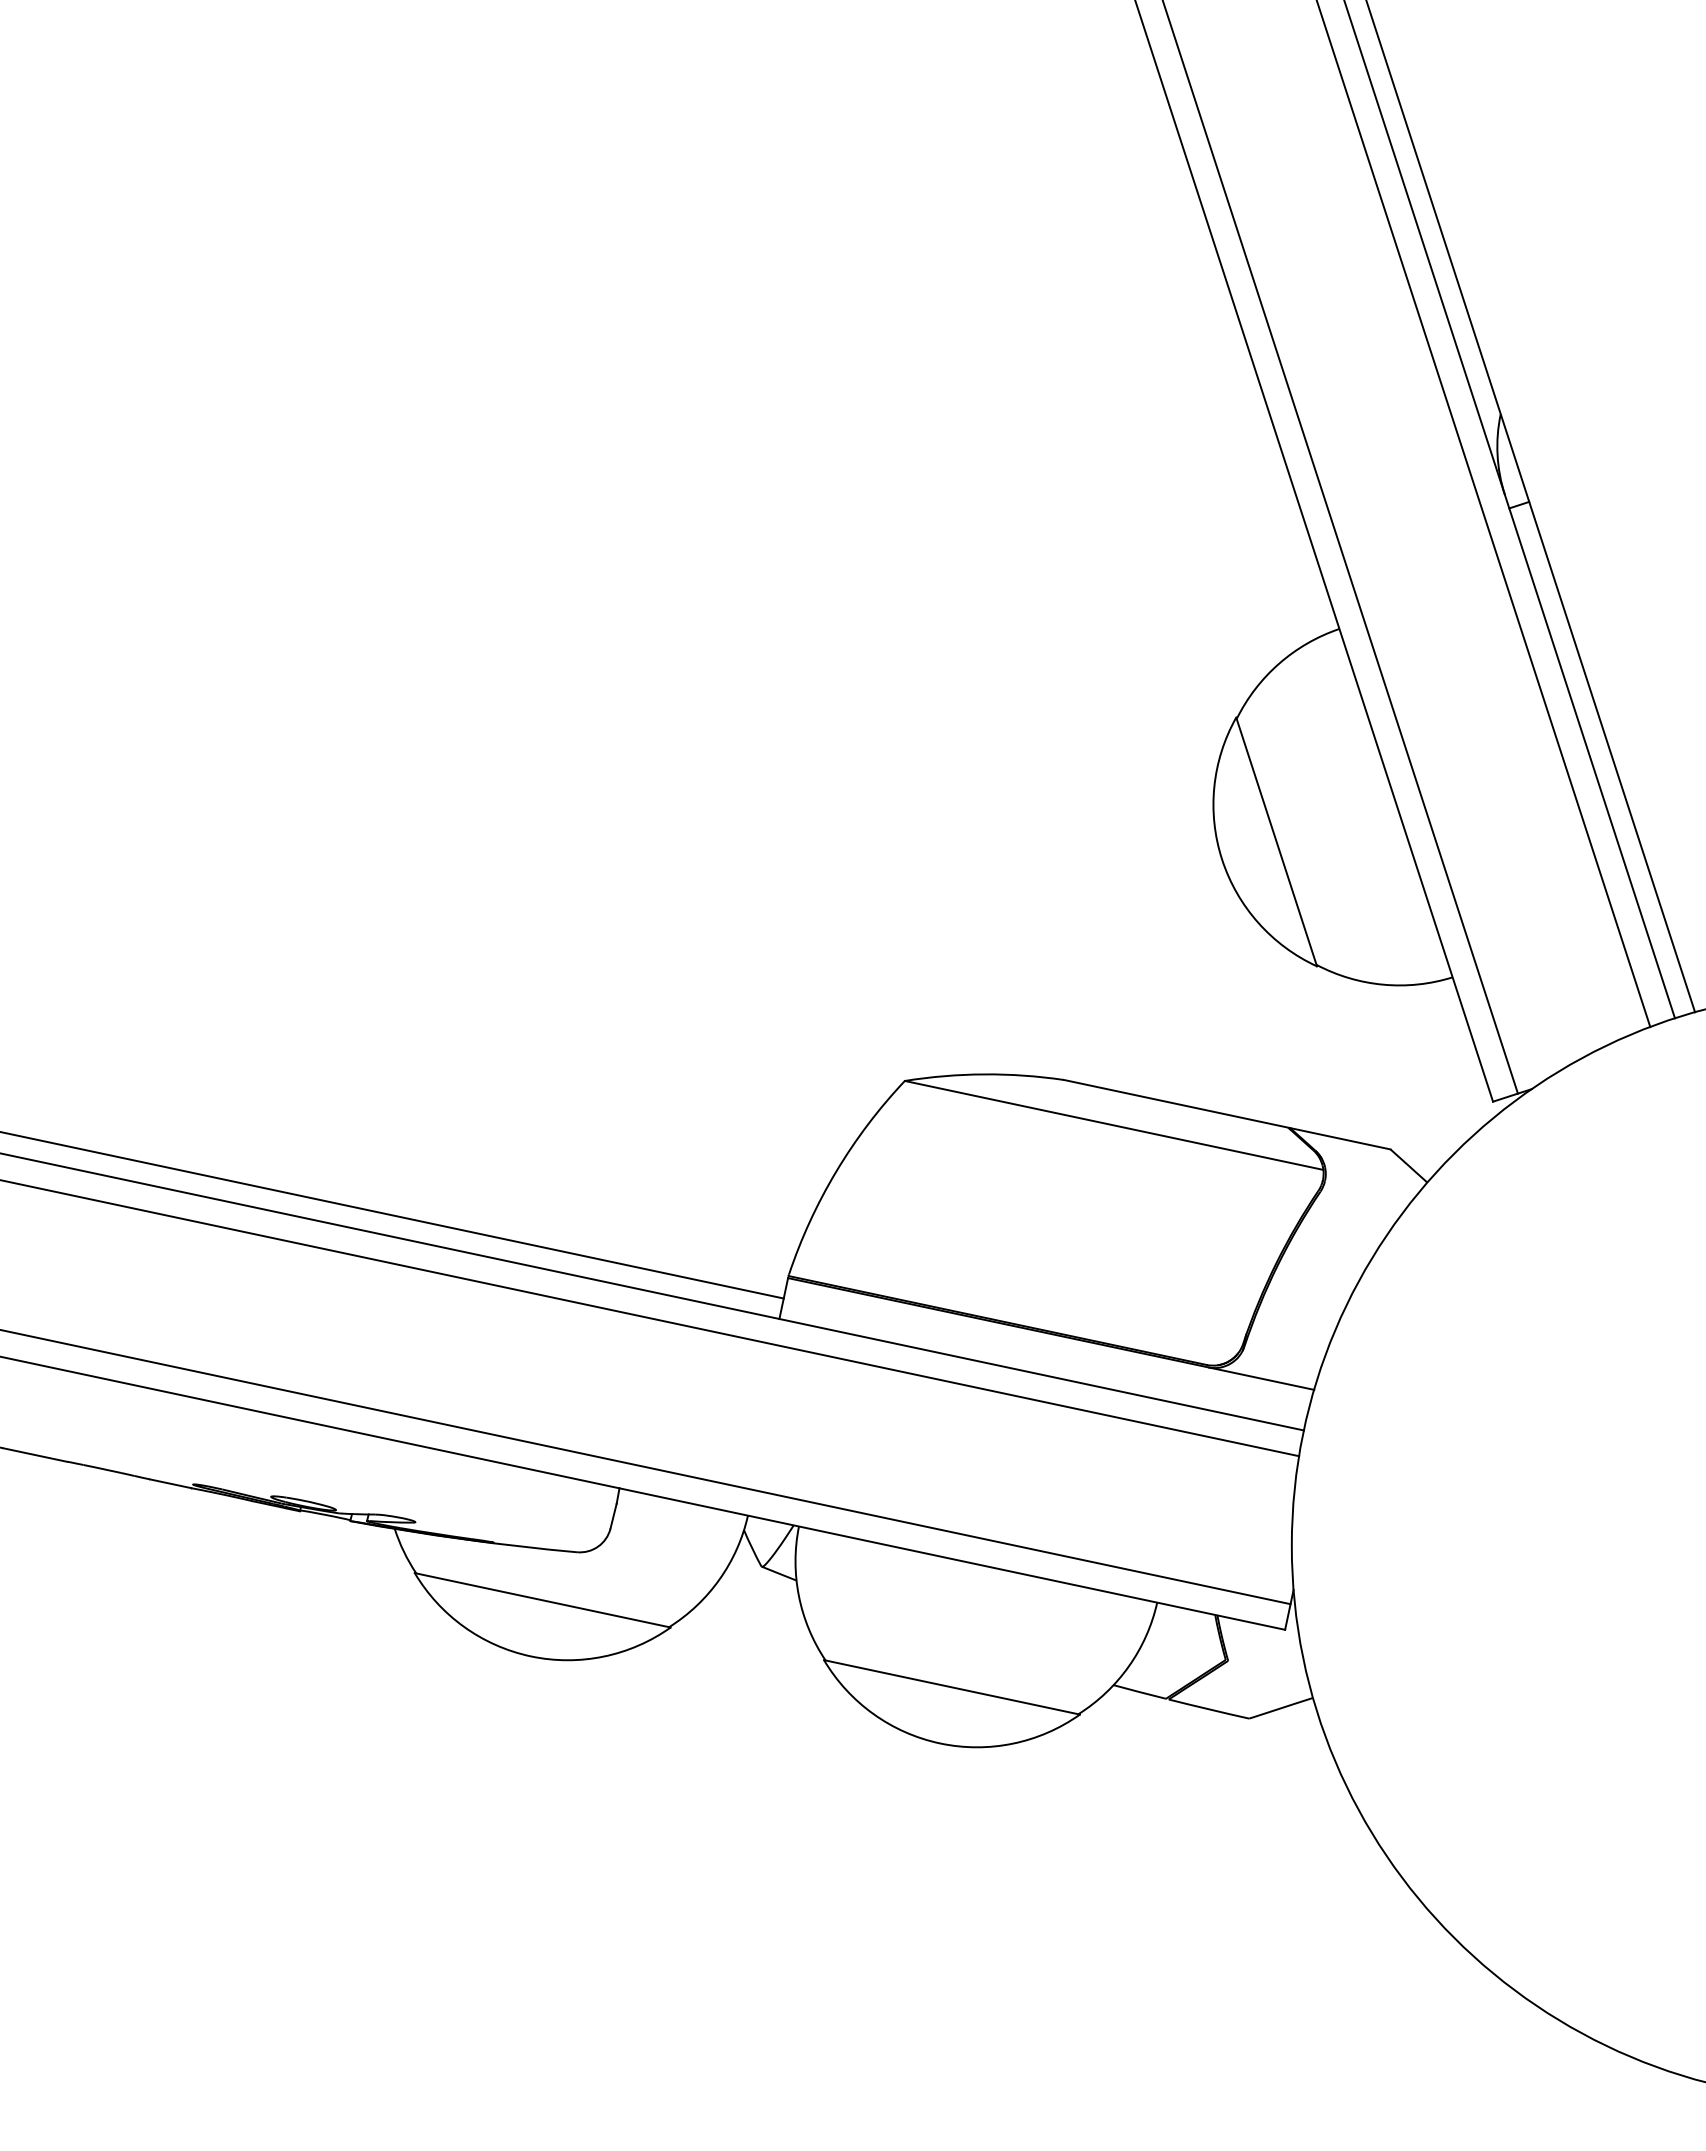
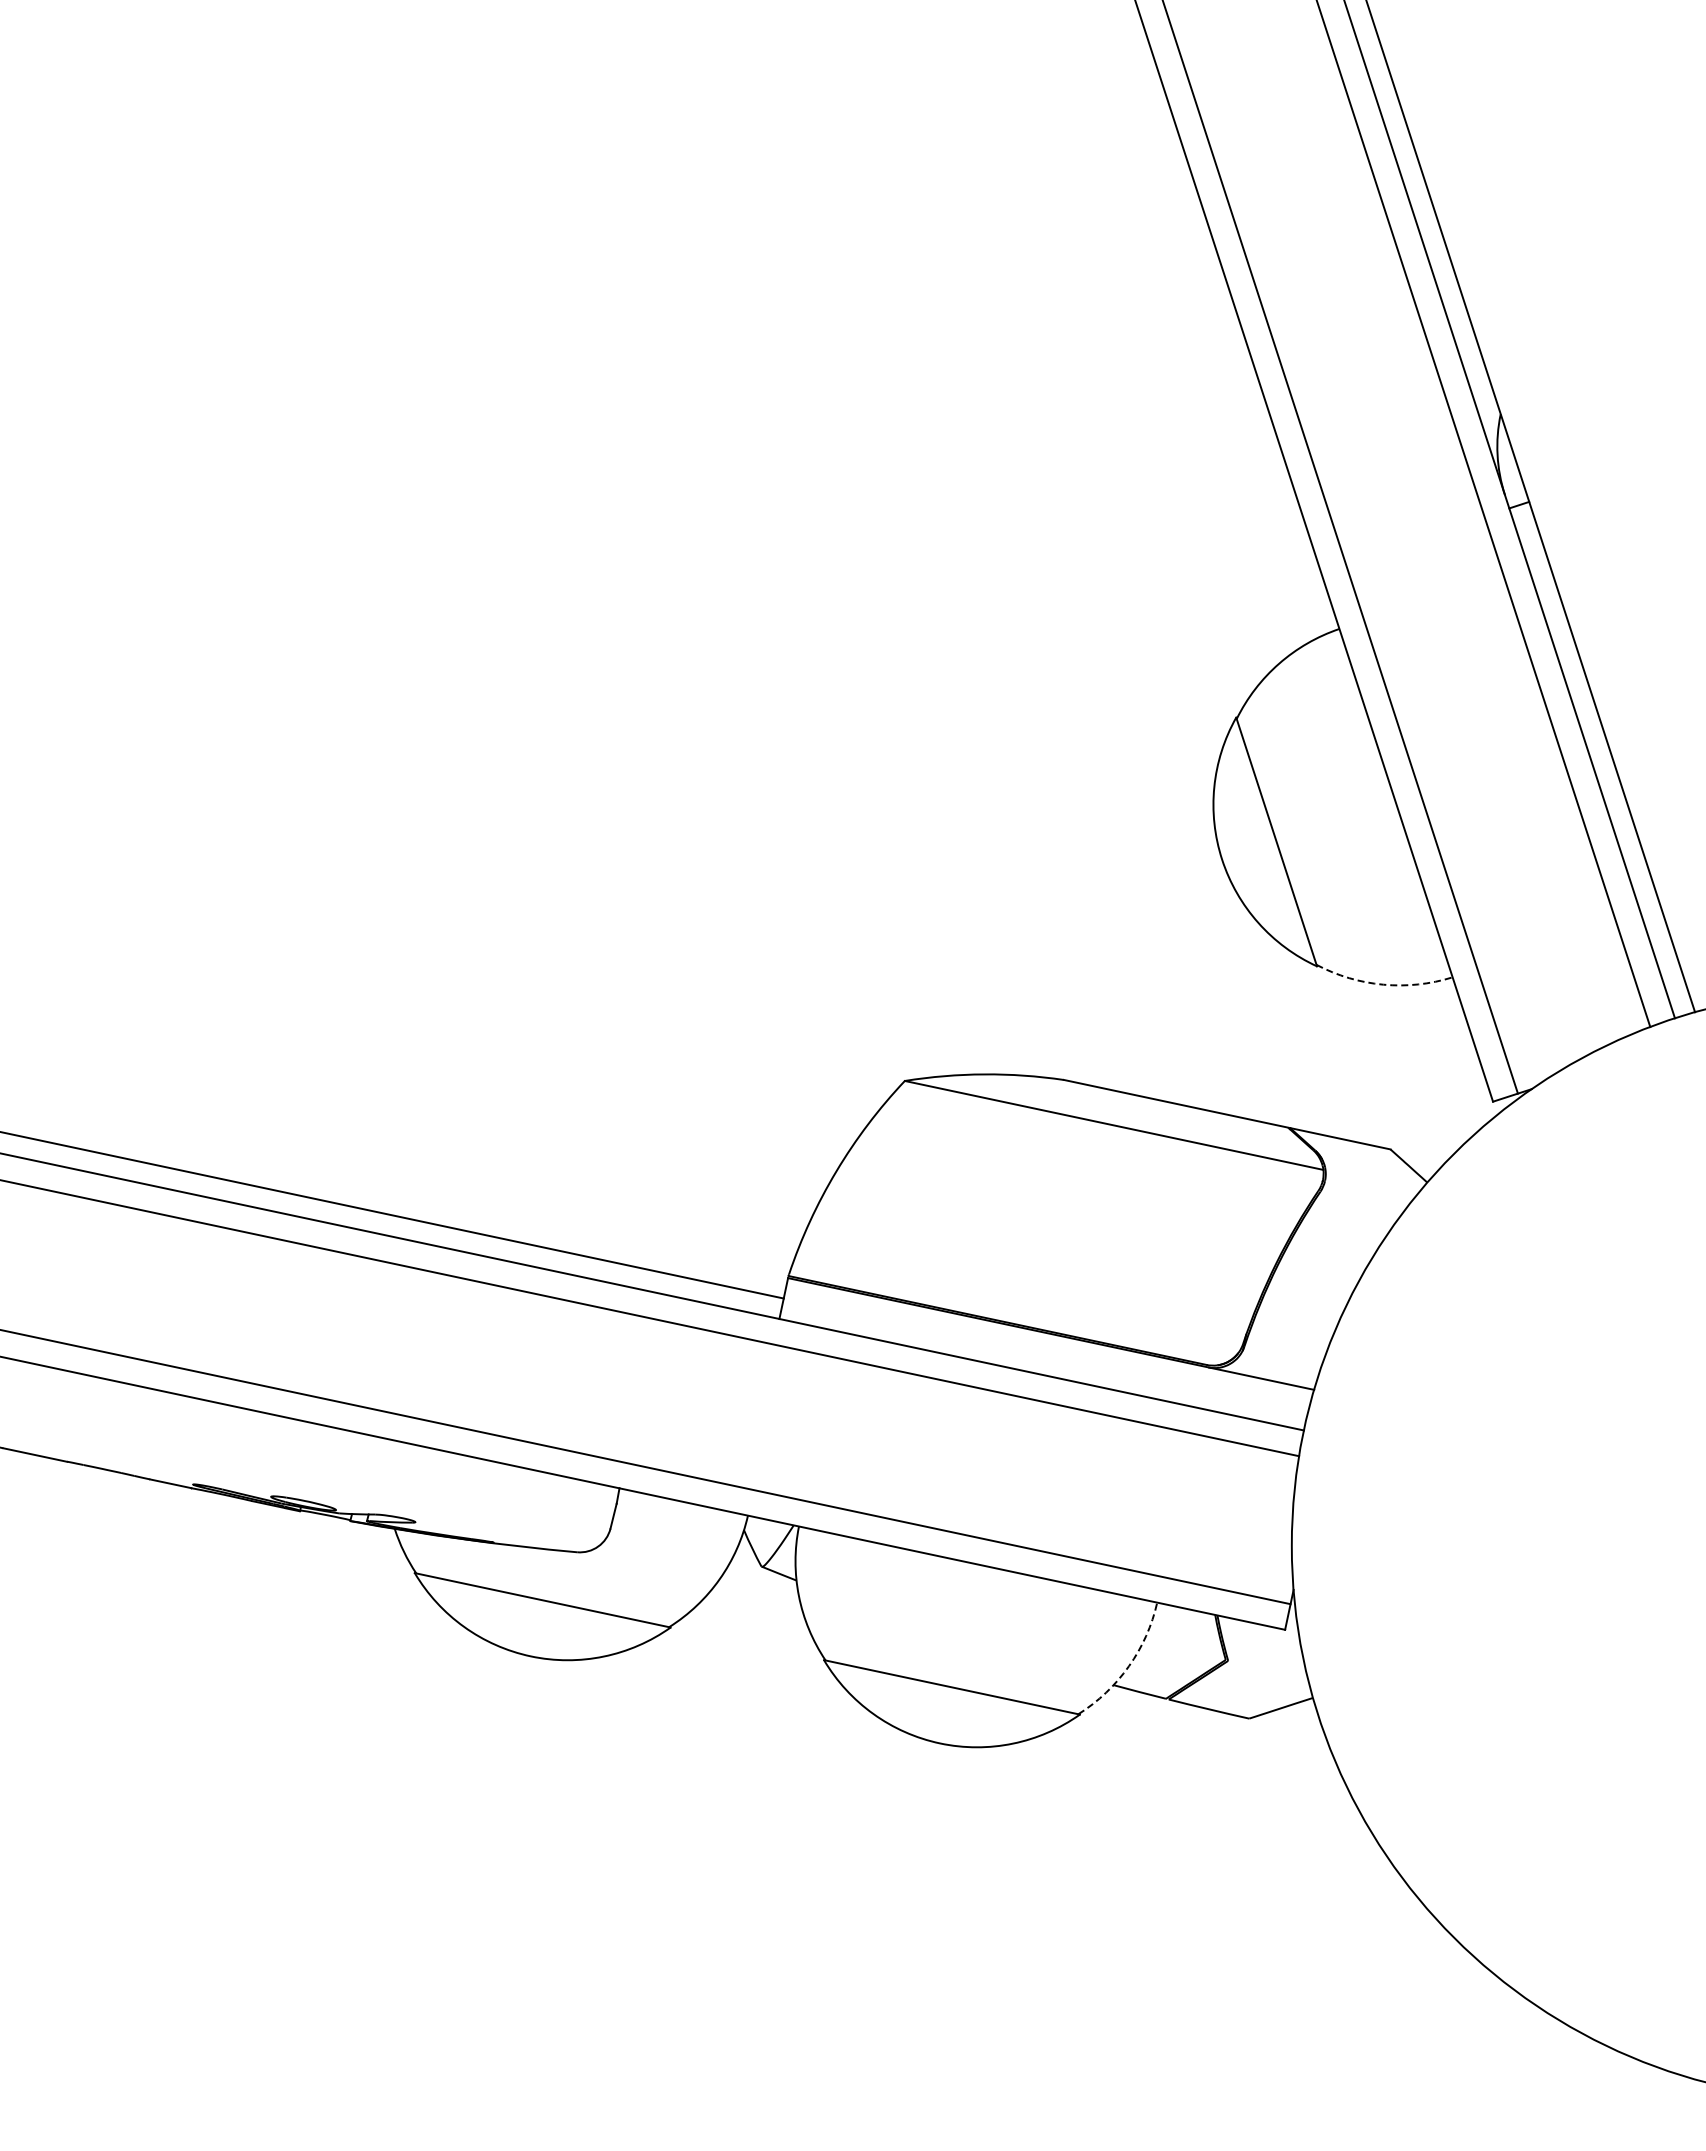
arc at (1383, 984): solid -> dashed
arc at (1128, 1666): solid -> dashed
